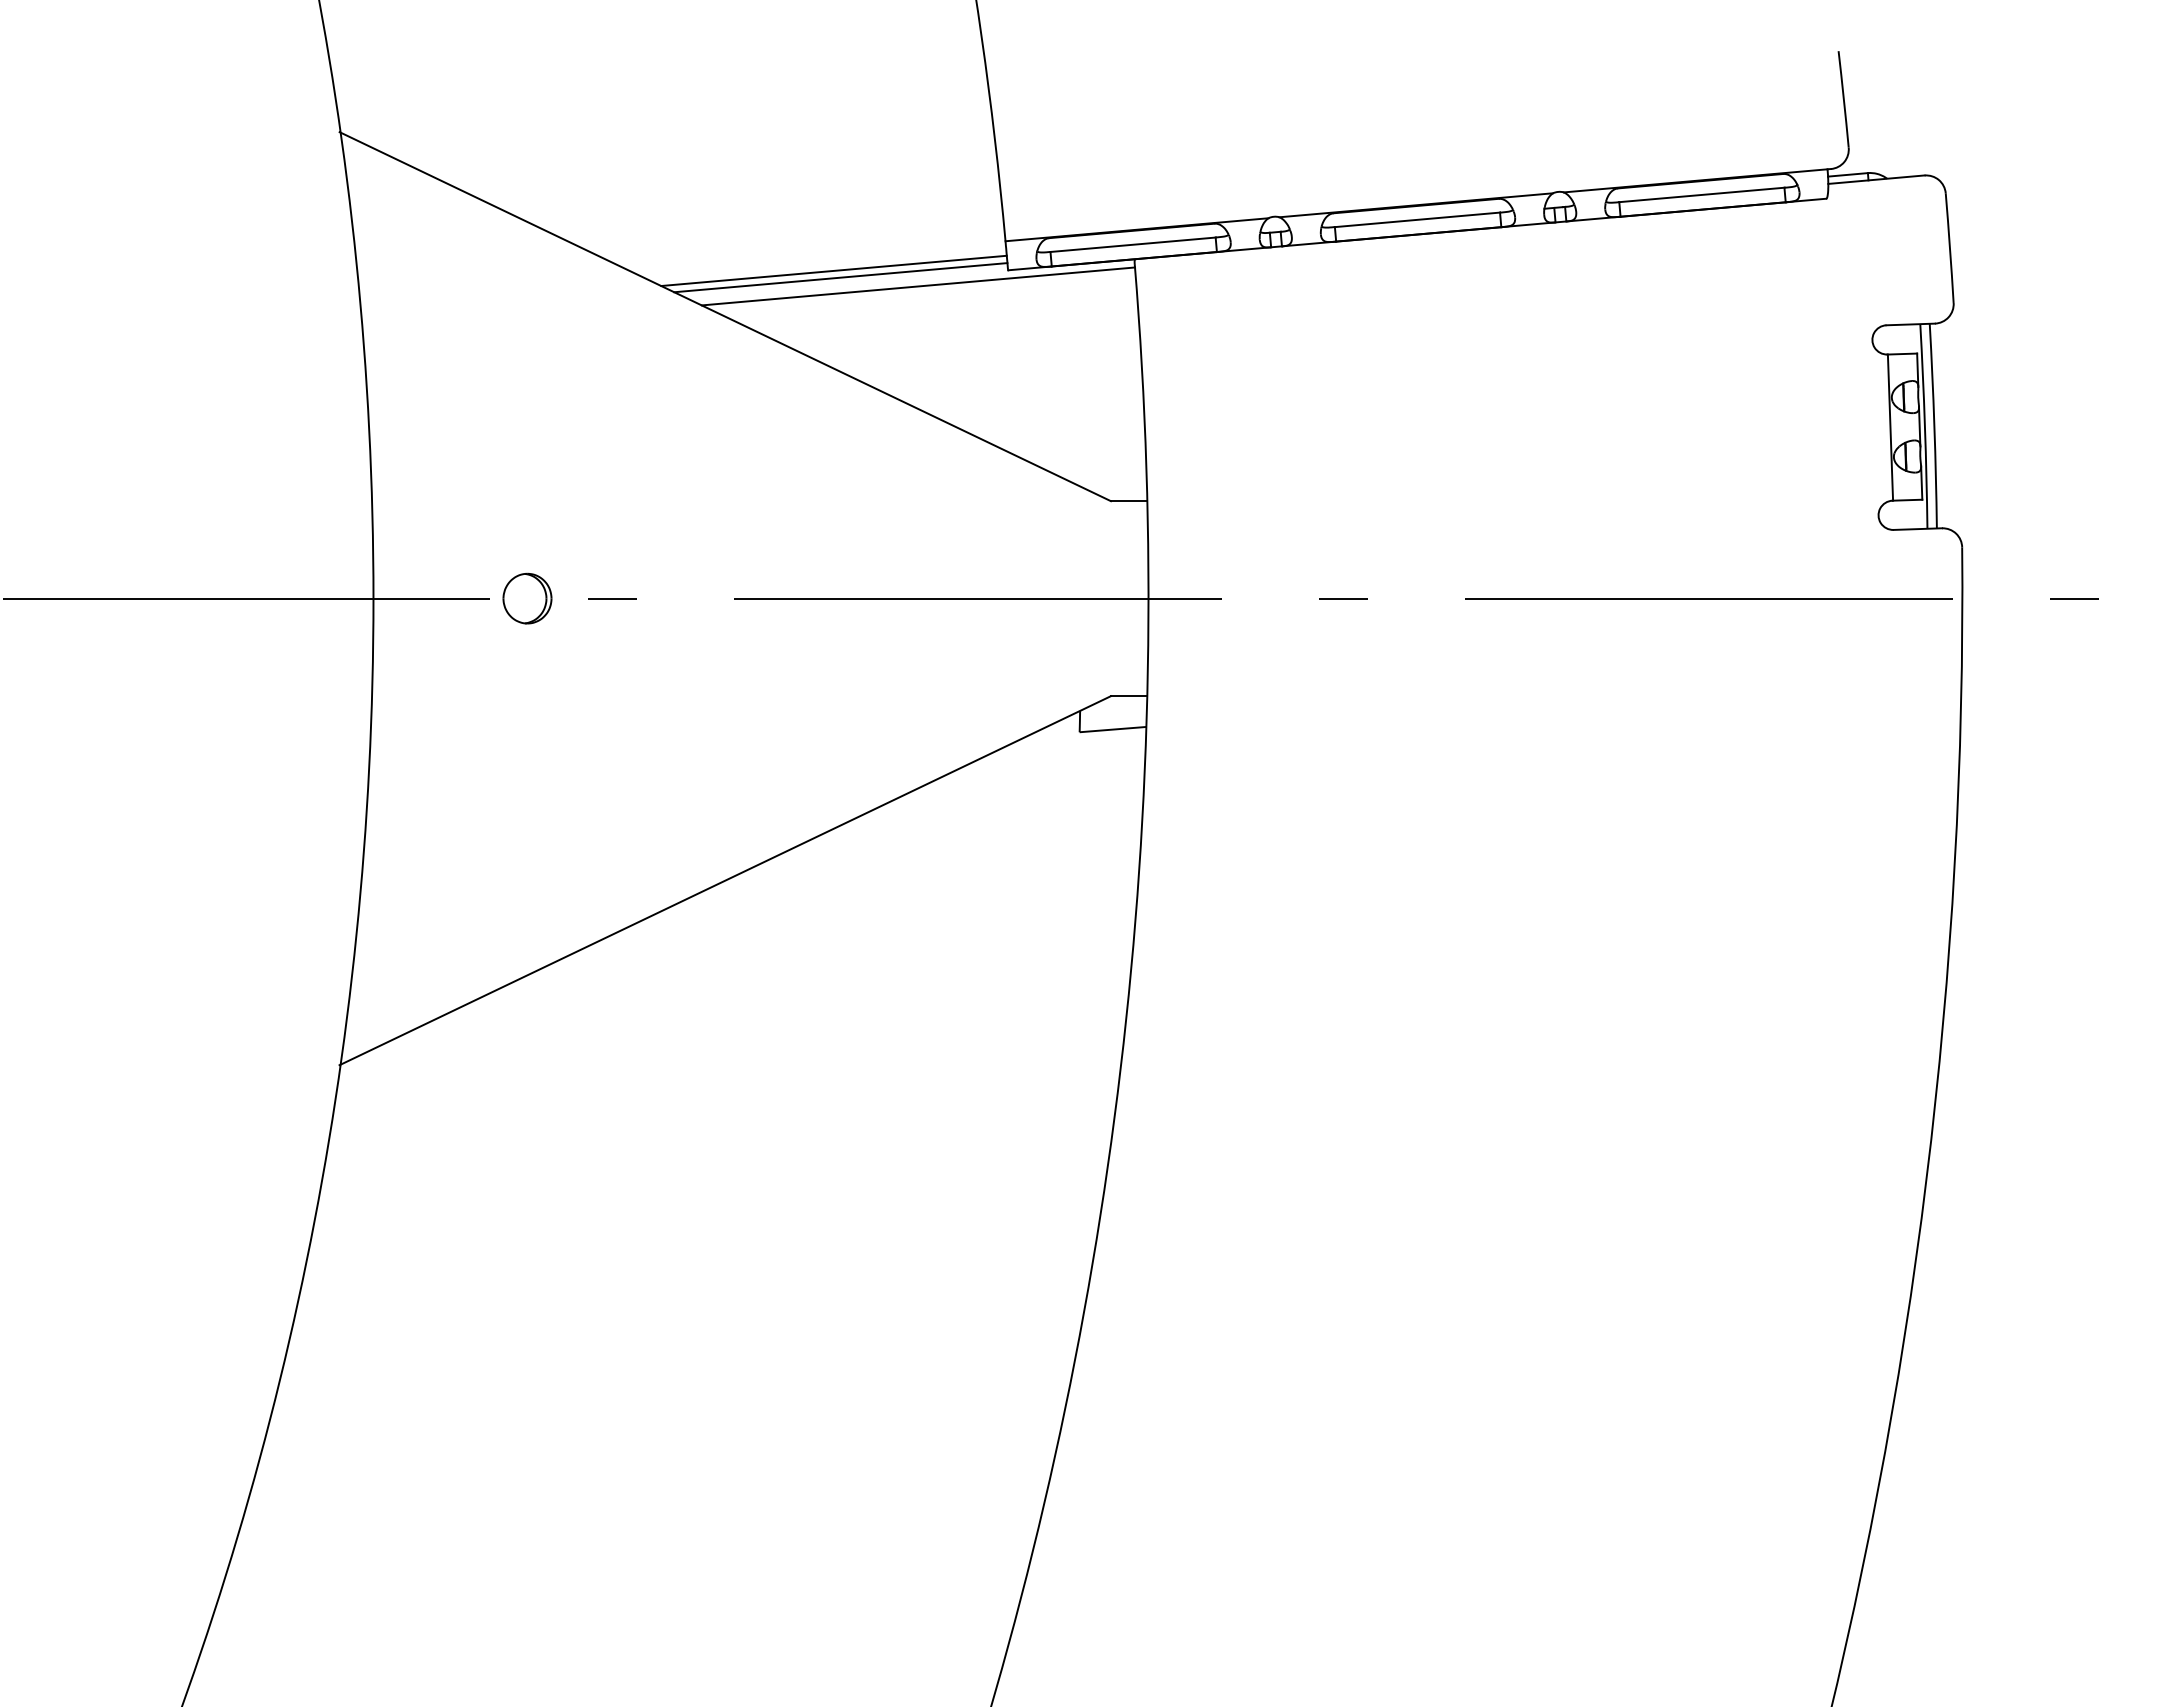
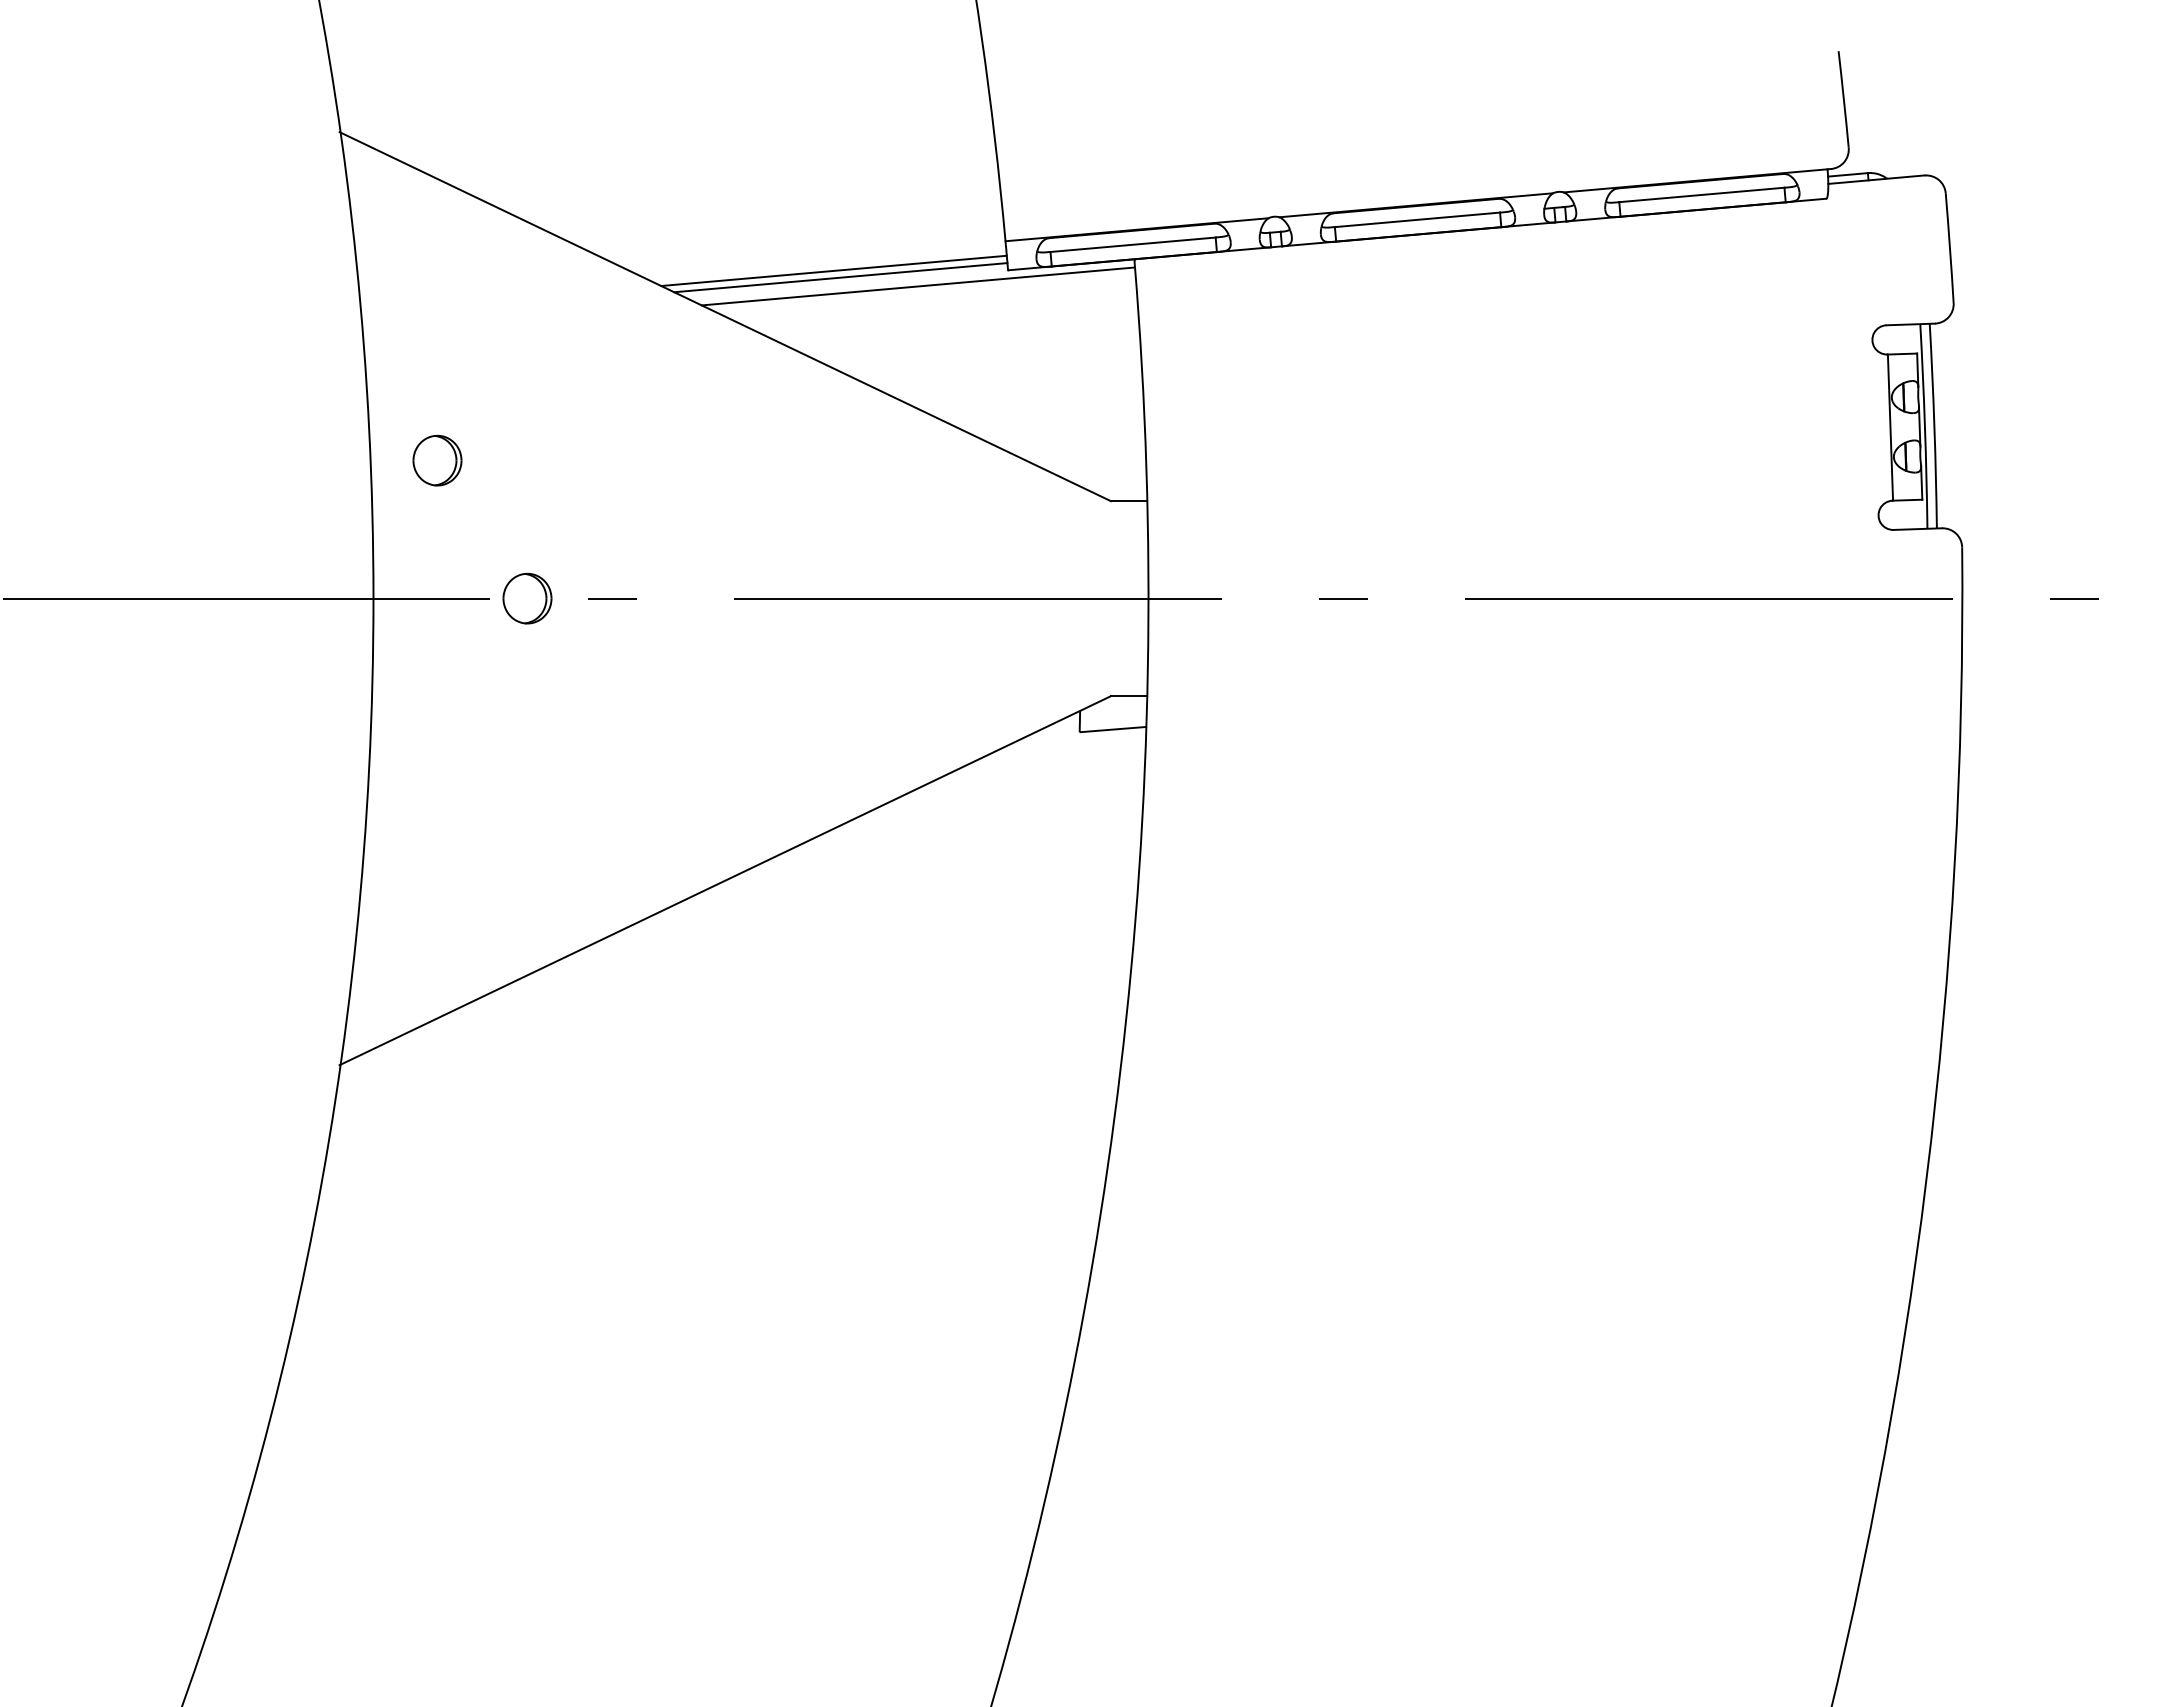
part at (437, 460): none -> present
